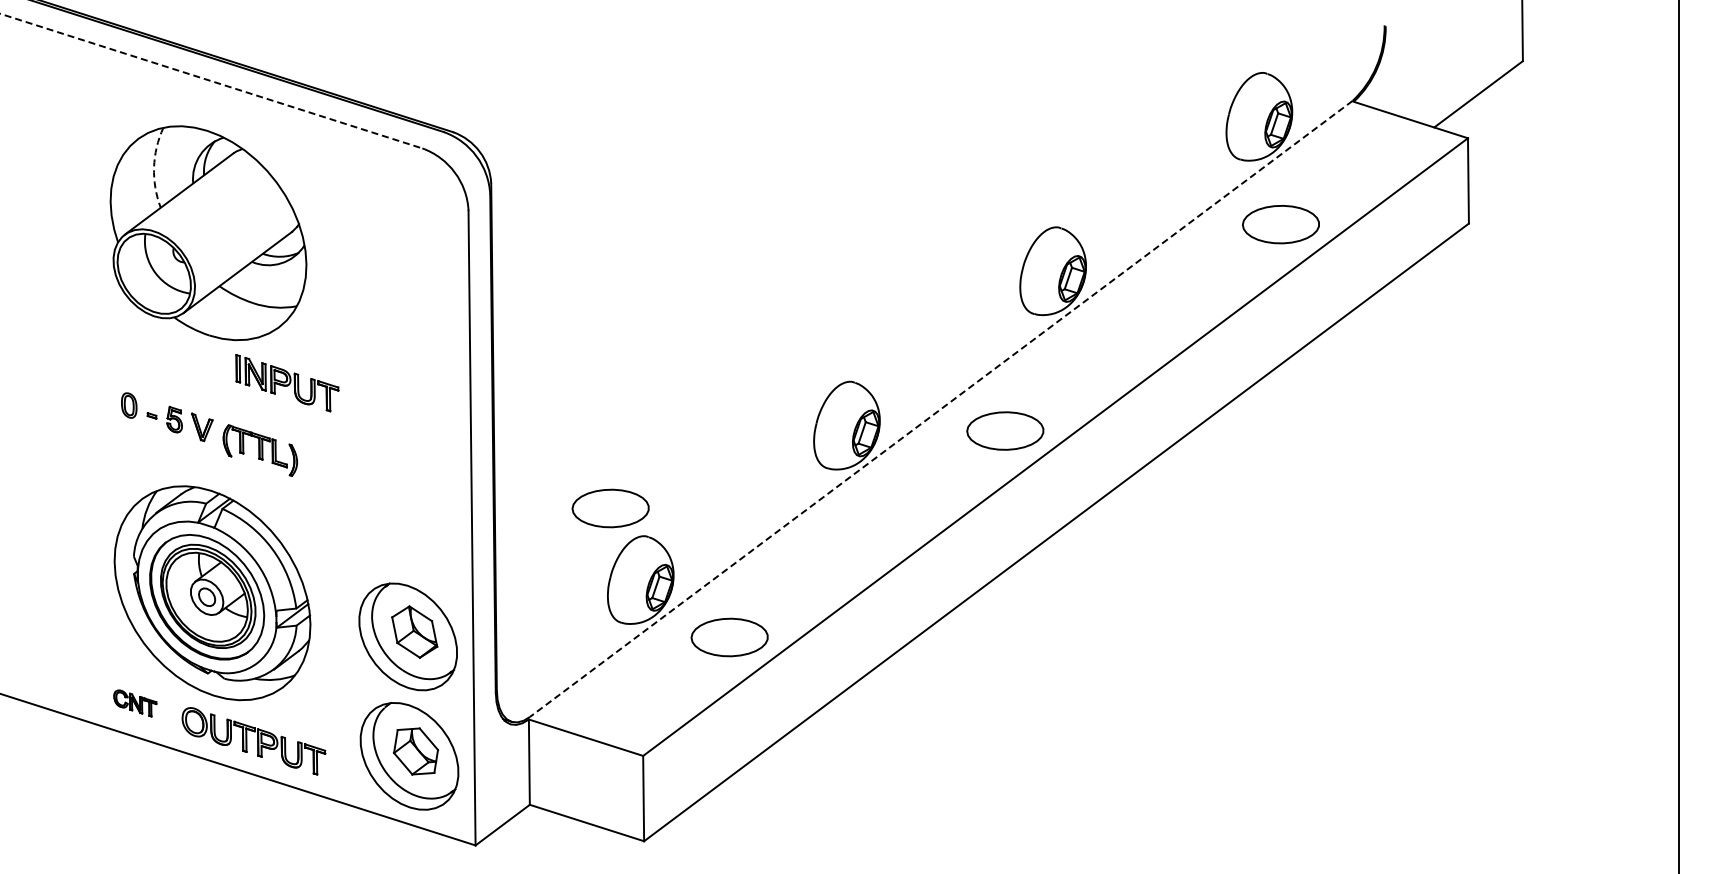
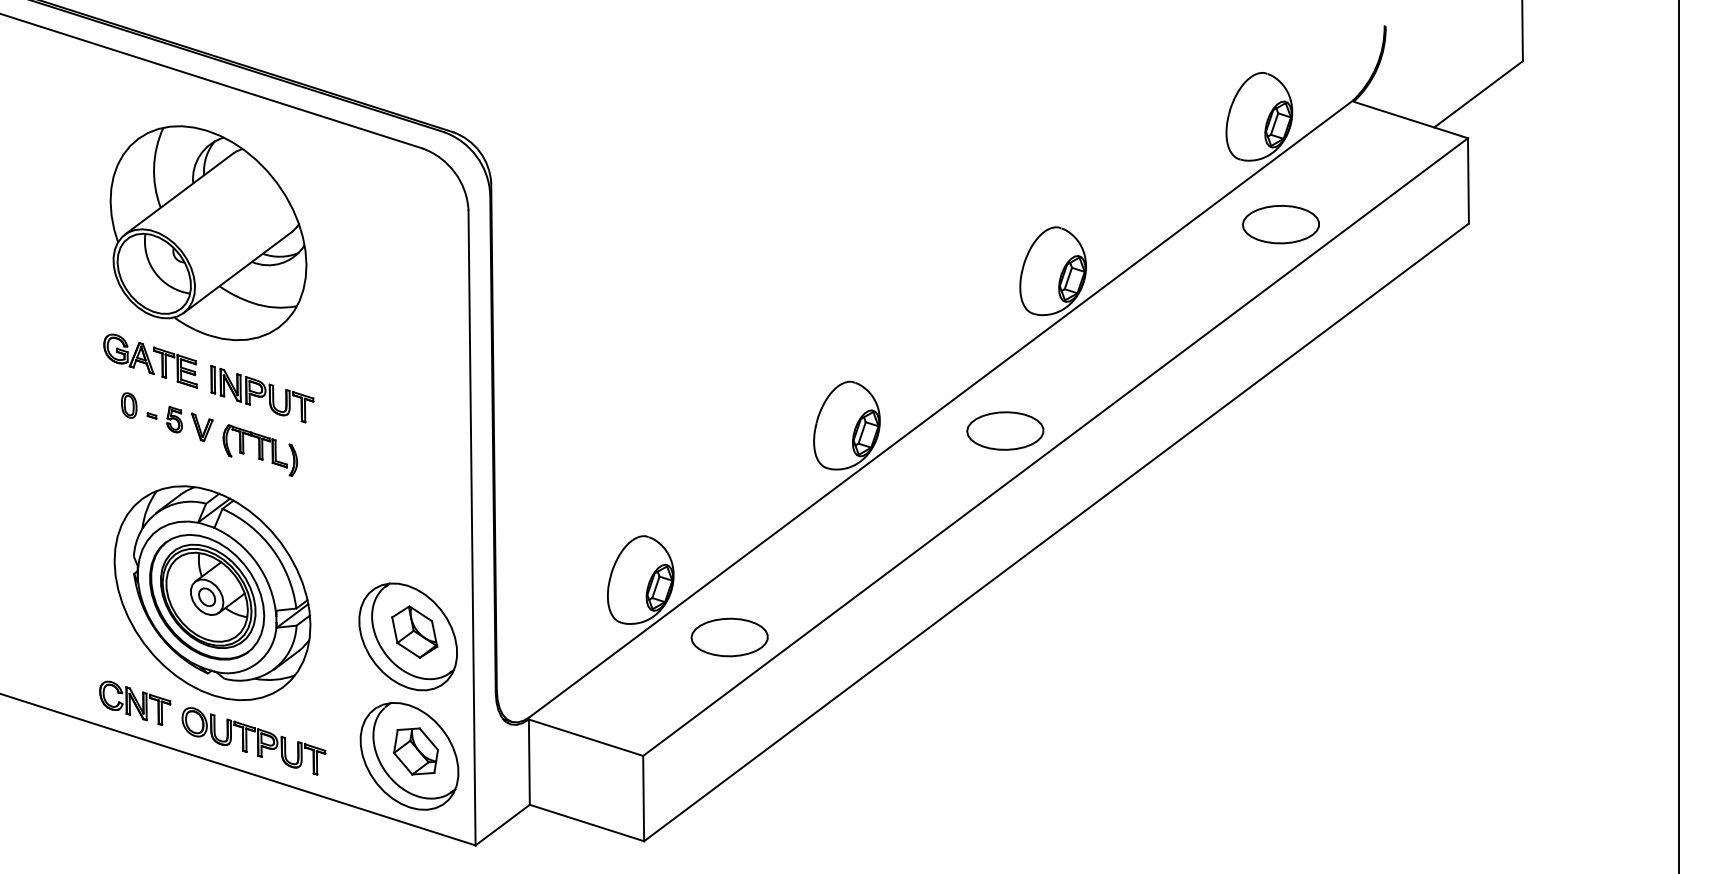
line at (211, 81): dashed -> solid
arc at (154, 167): dashed -> solid
part at (150, 360): none -> present
part at (287, 383) position: (287, 383) -> (262, 394)
line at (941, 408): dashed -> solid
part at (610, 508): present -> none
part at (135, 703) size: 45x29 px -> 73x47 px
